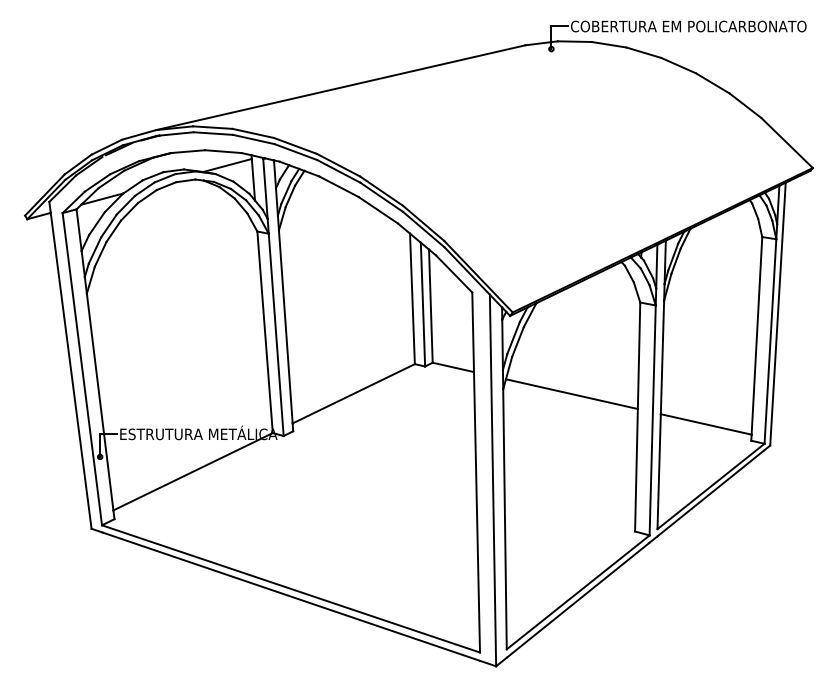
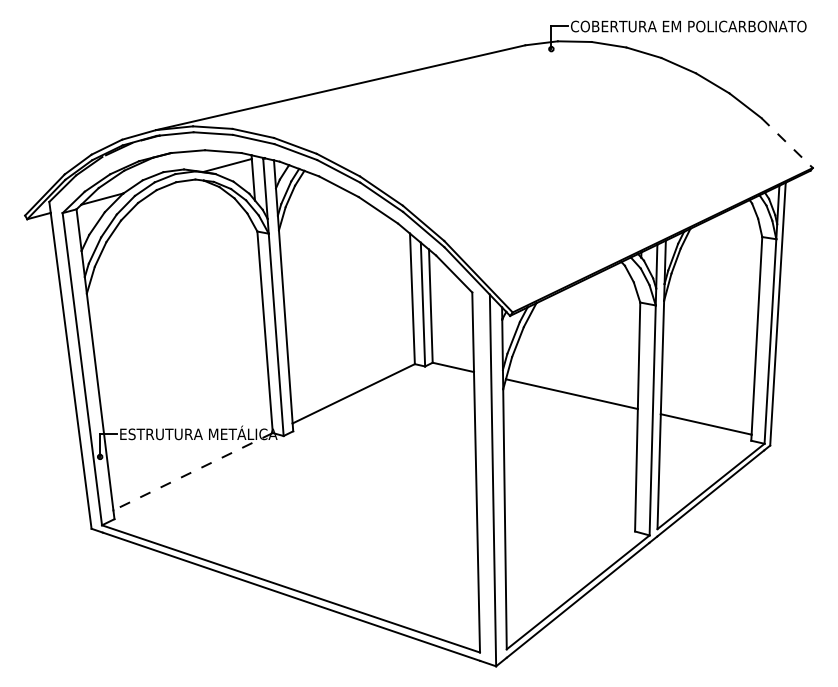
line at (787, 143): solid -> dashed
line at (193, 471): solid -> dashed
